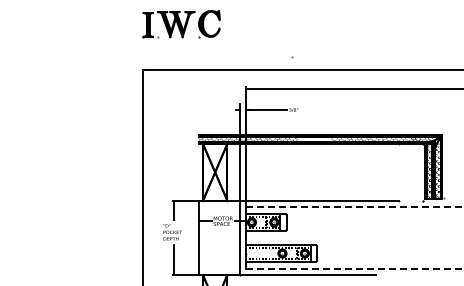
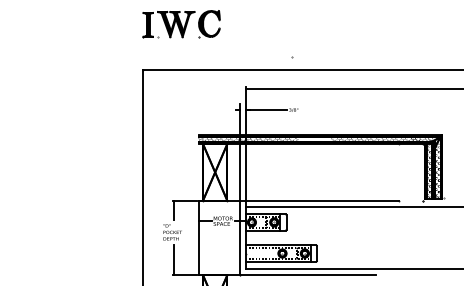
line at (354, 206): dashed -> solid
line at (354, 269): dashed -> solid
